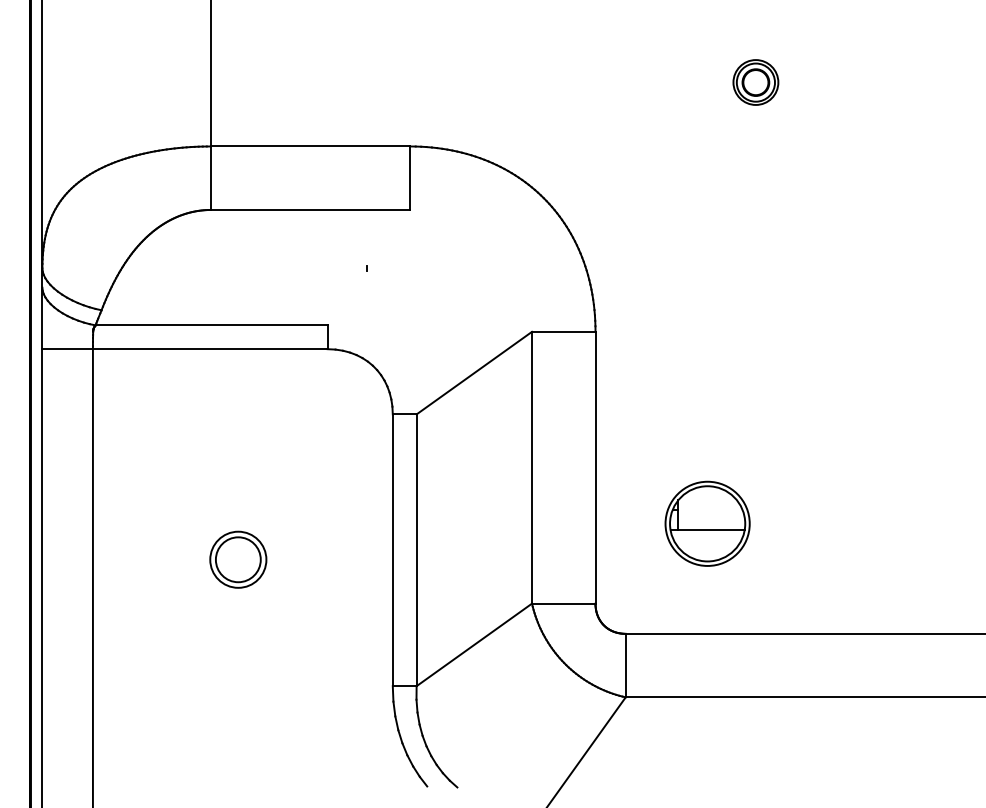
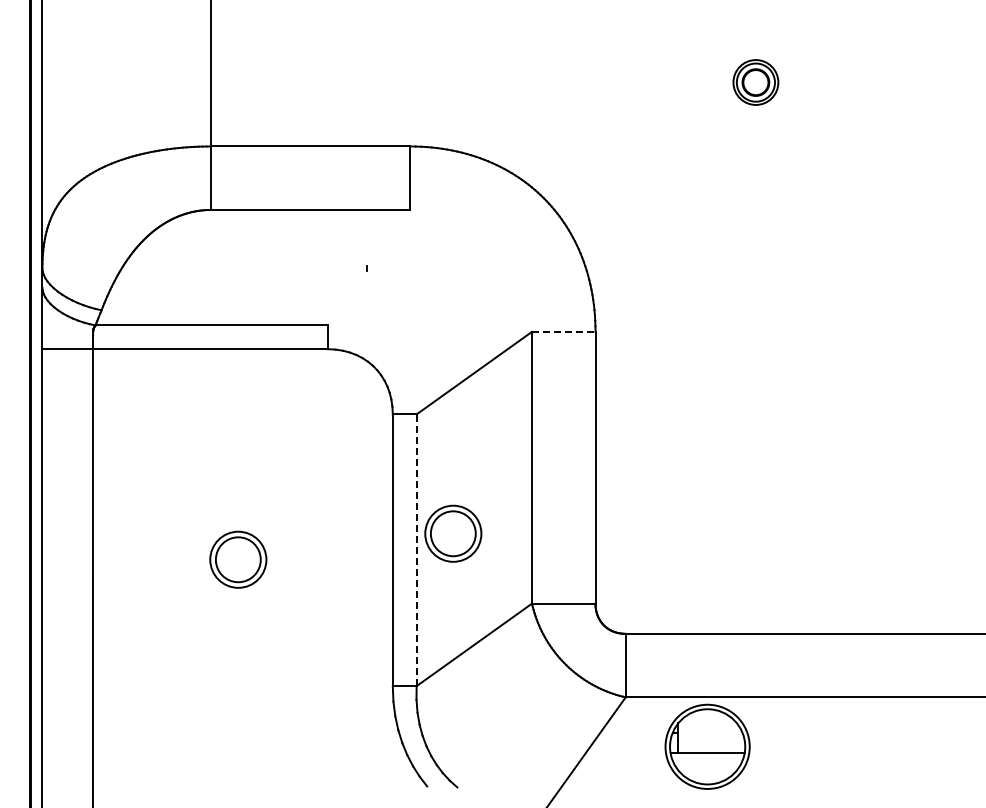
line at (563, 331): solid -> dashed
part at (707, 523) position: (707, 523) -> (707, 746)
part at (453, 533): none -> present
line at (416, 550): solid -> dashed
